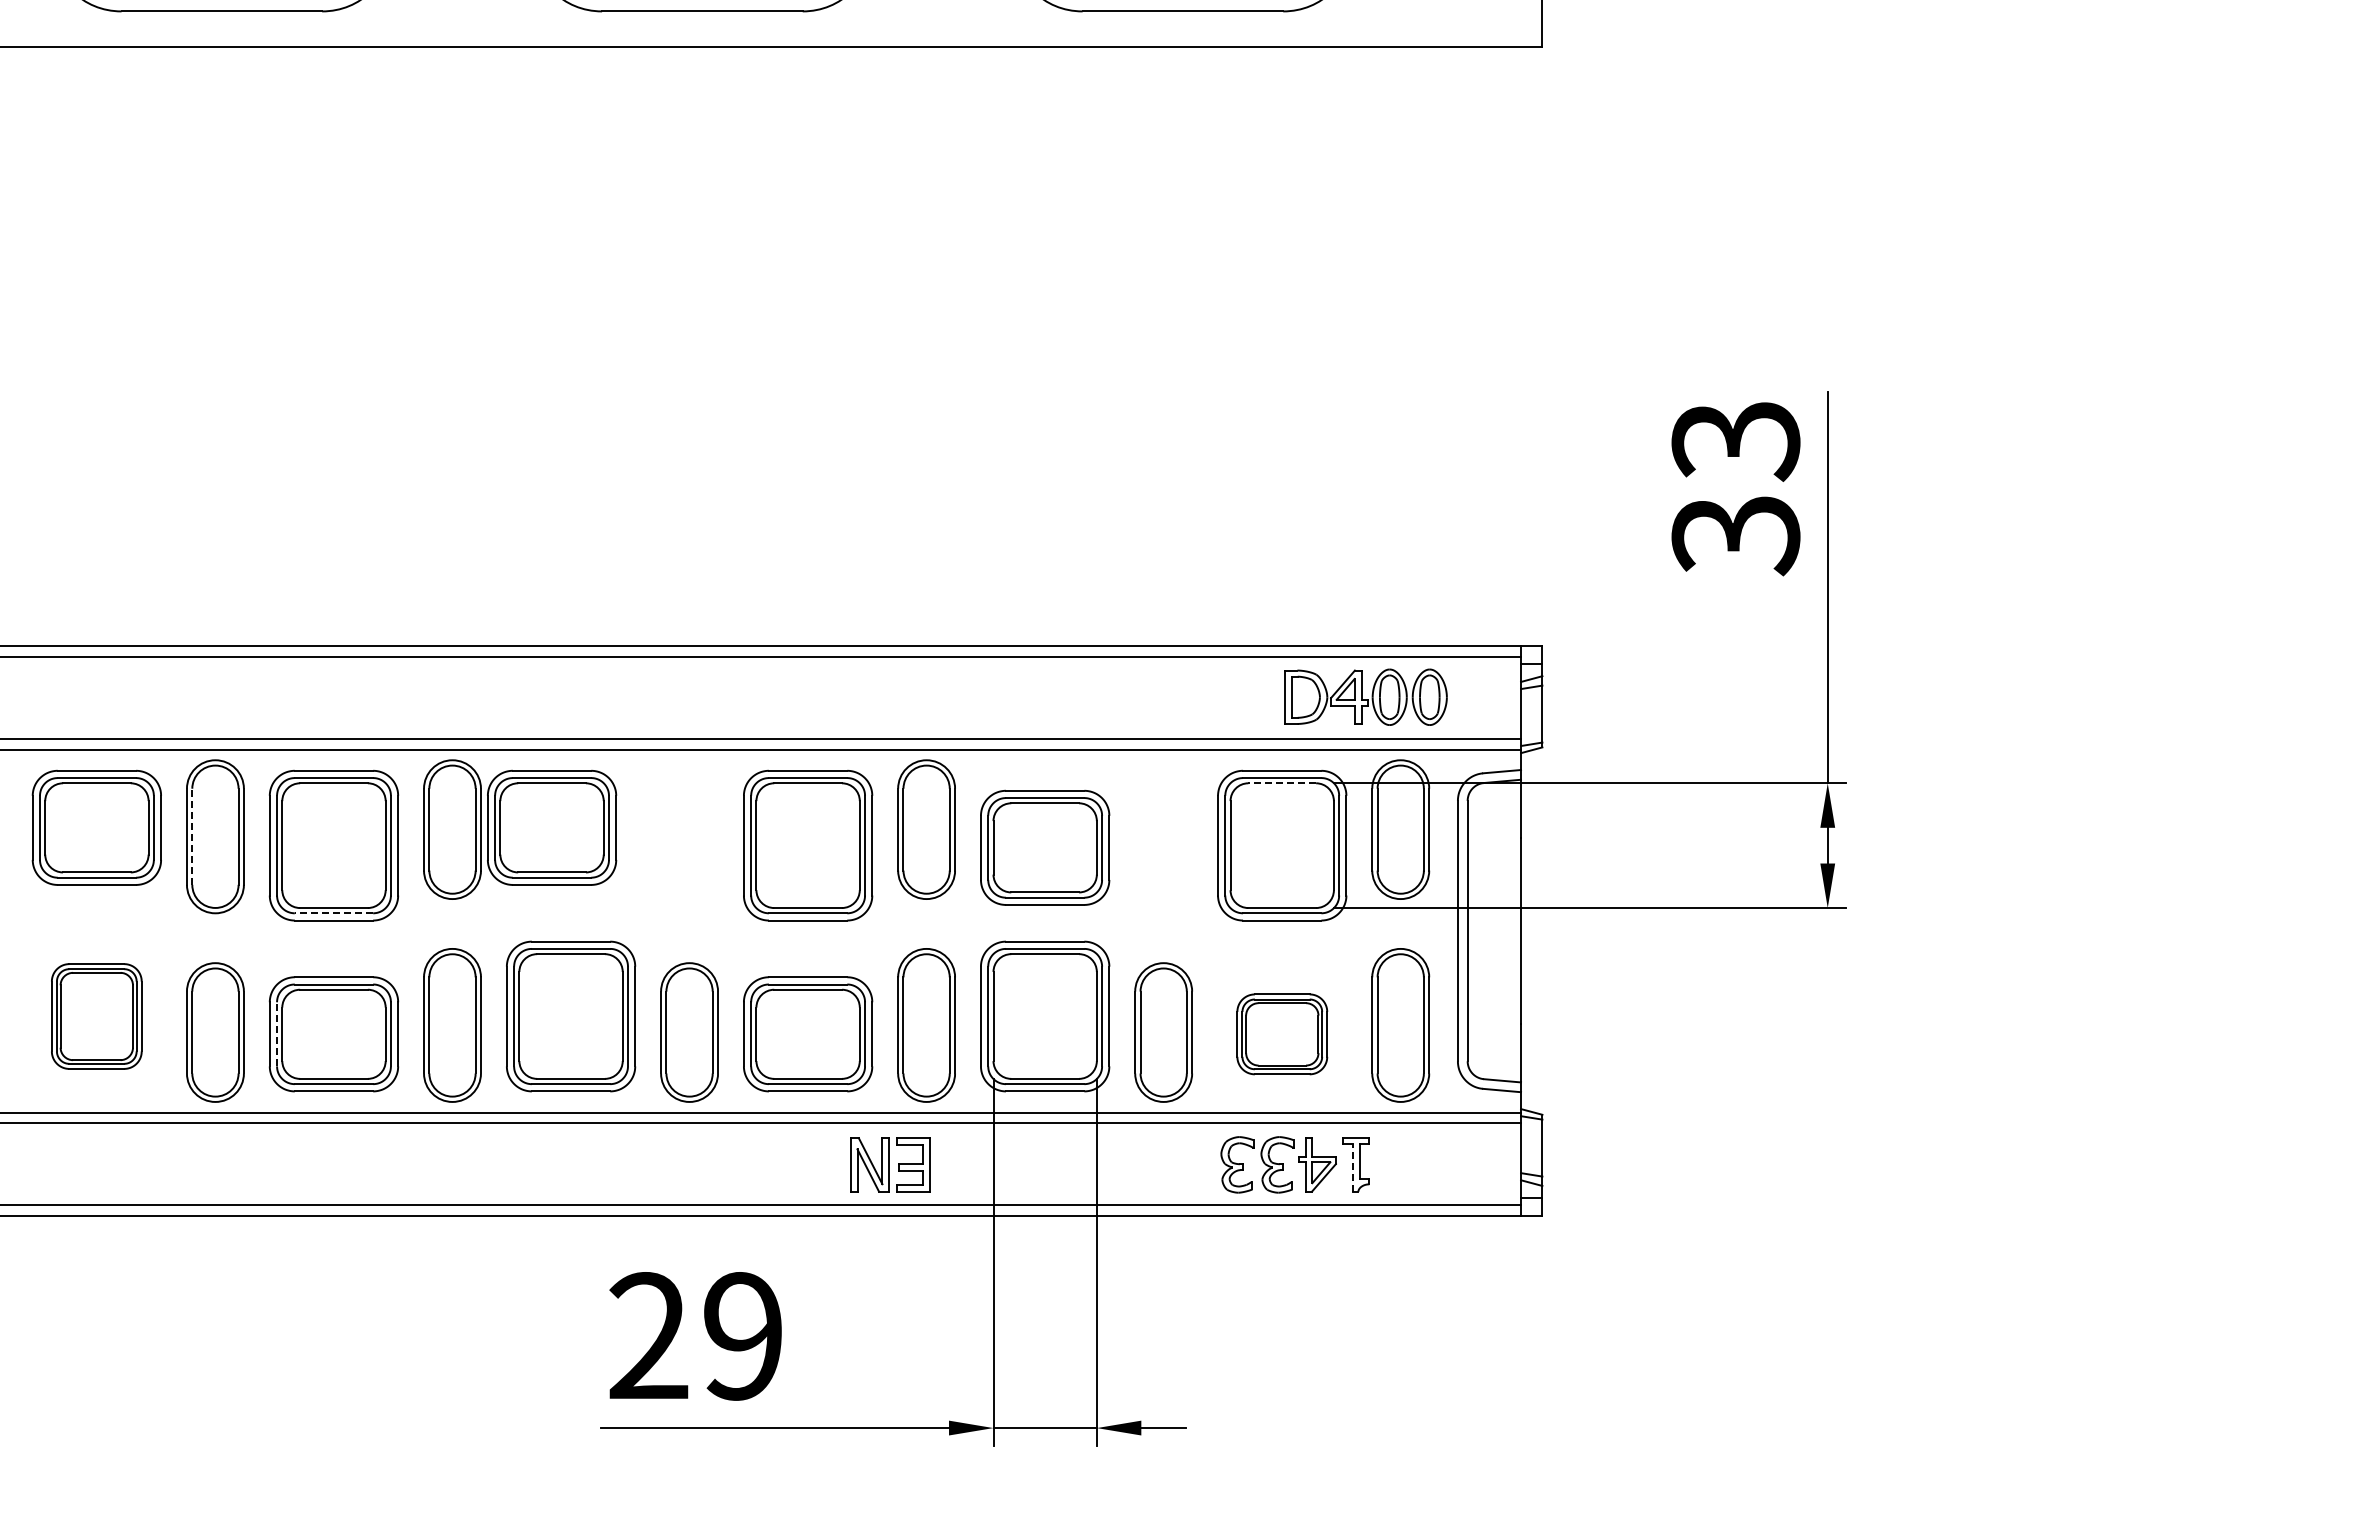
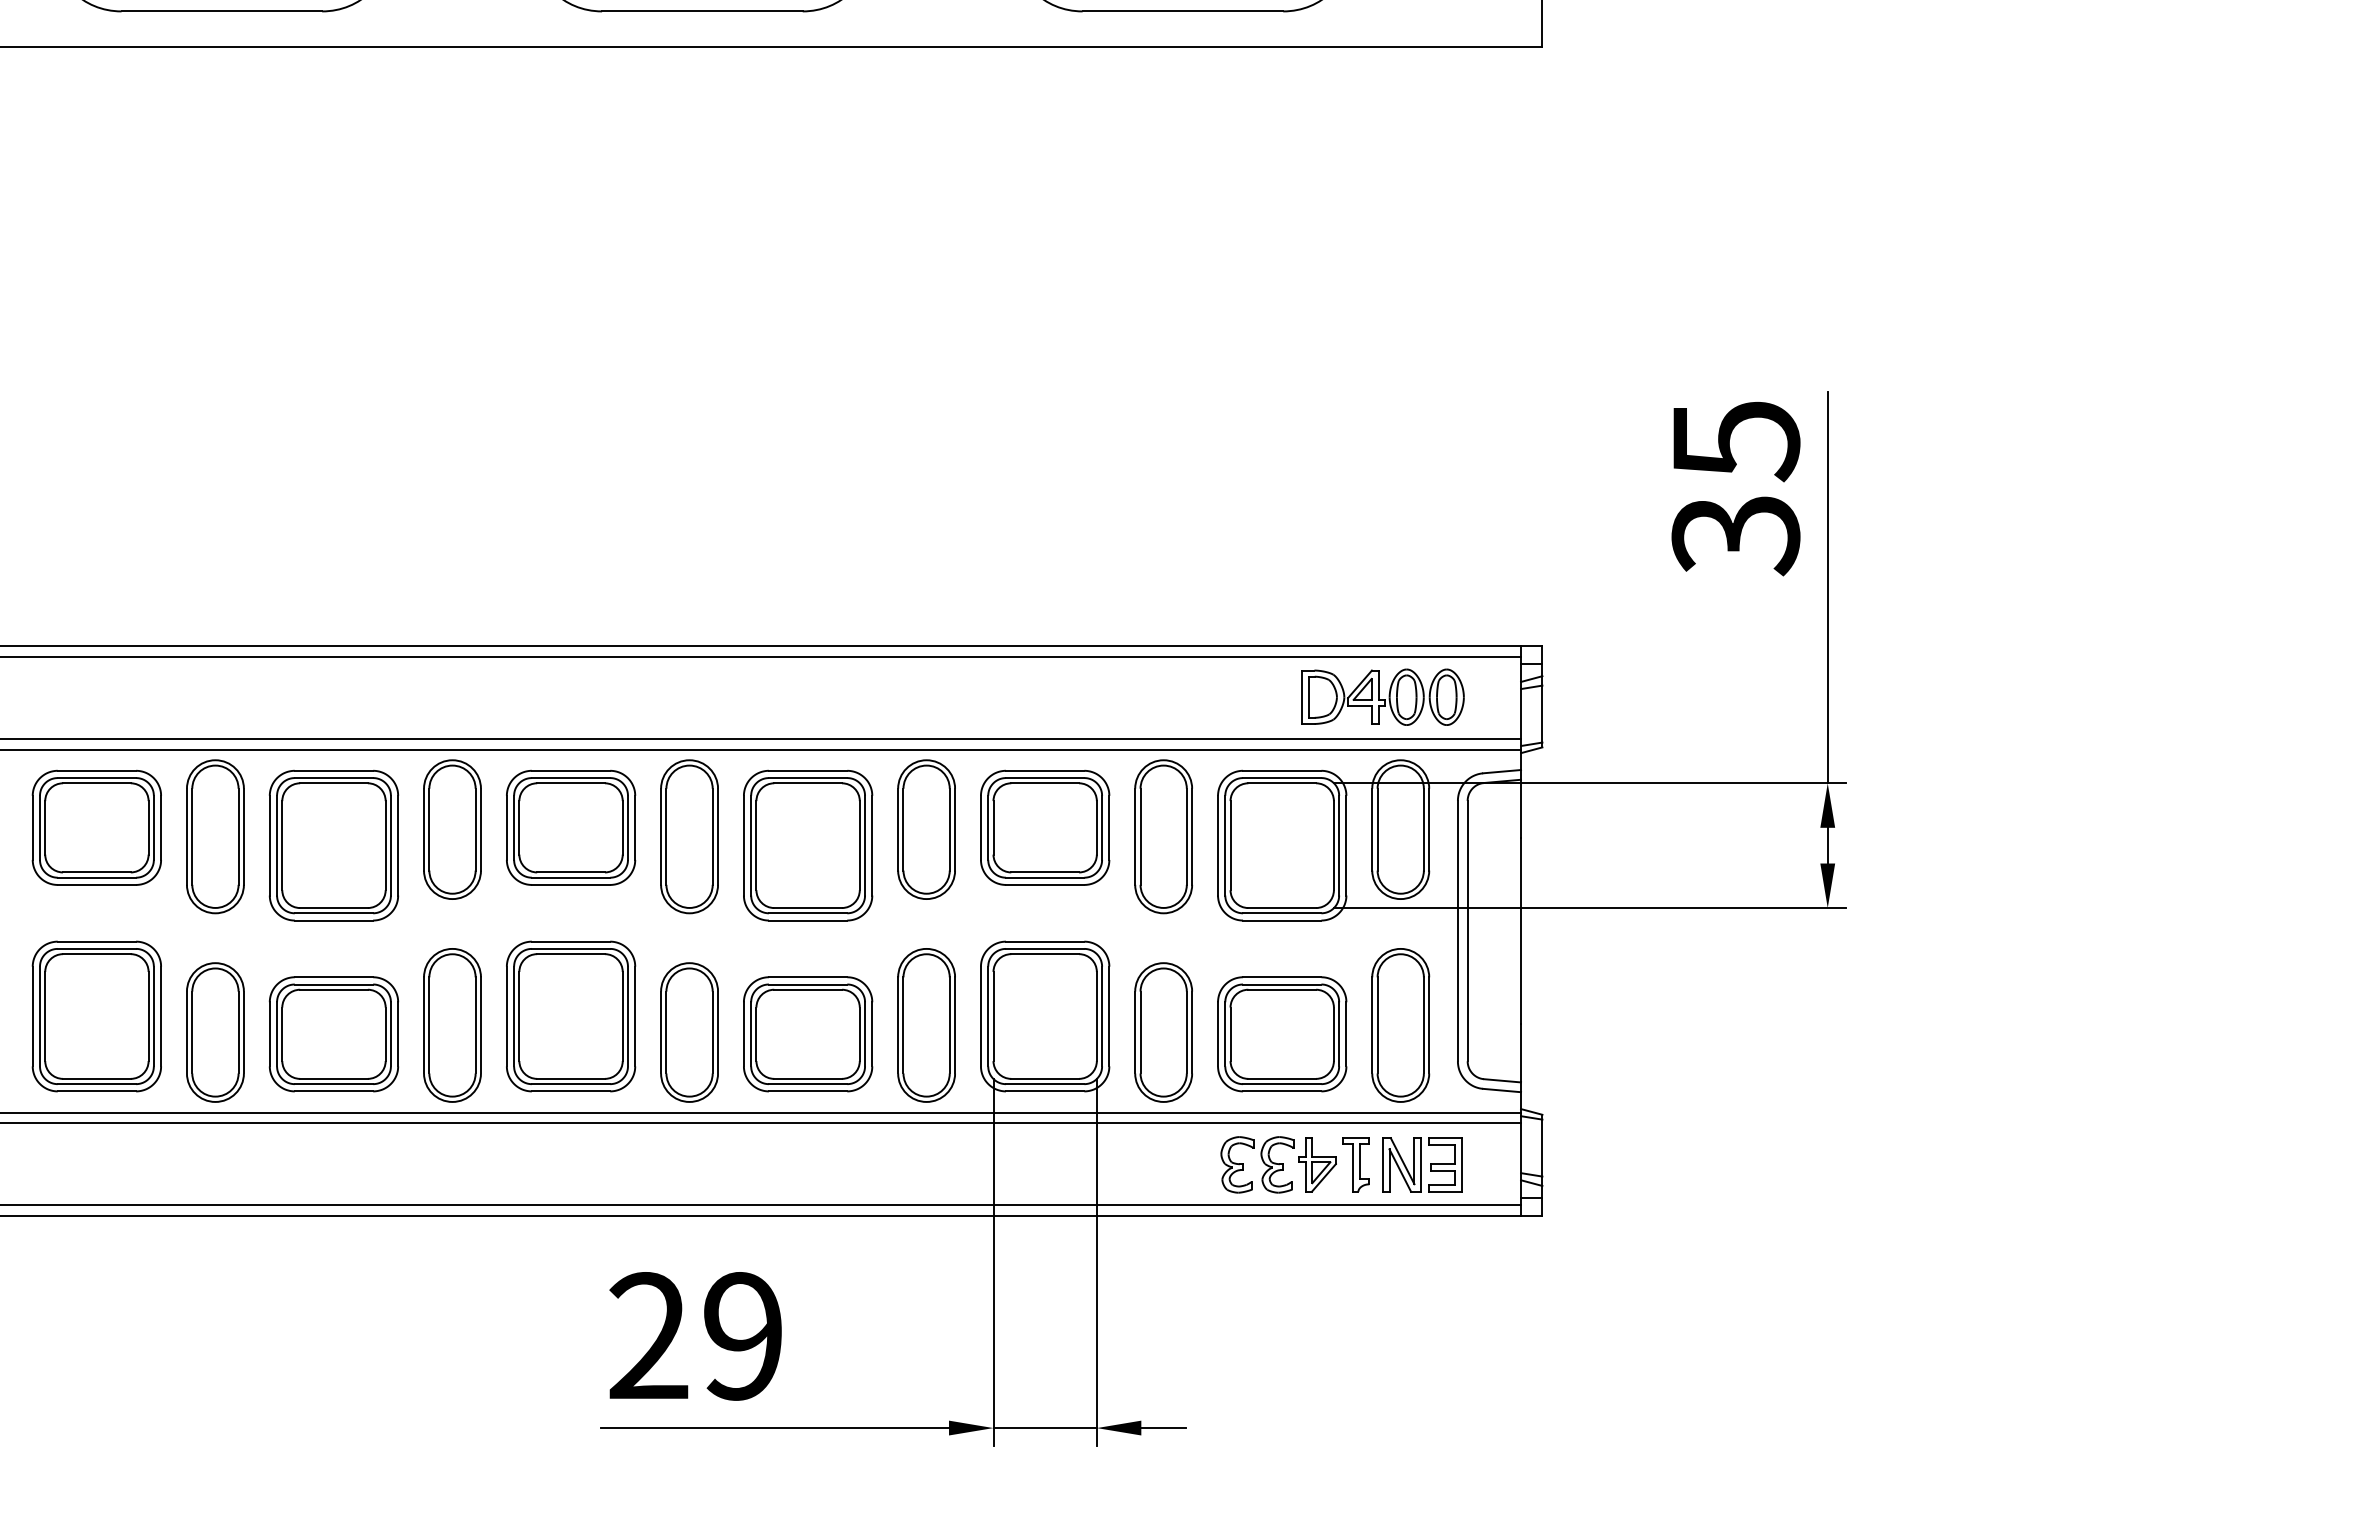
text at (1735, 441): 33 -> 35
part at (1365, 696) position: (1365, 696) -> (1382, 696)
line at (1282, 783): dashed -> solid
part at (552, 827) position: (552, 827) -> (571, 827)
line at (192, 836): dashed -> solid
part at (689, 836): none -> present
part at (1163, 836): none -> present
part at (1045, 847) position: (1045, 847) -> (1045, 827)
line at (333, 913): dashed -> solid
part at (96, 1016) size: 92x107 px -> 131x153 px
line at (277, 1033): dashed -> solid
part at (1282, 1034) size: 93x83 px -> 131x117 px
part at (890, 1164) position: (890, 1164) -> (1422, 1164)
line at (1352, 1167): dashed -> solid
